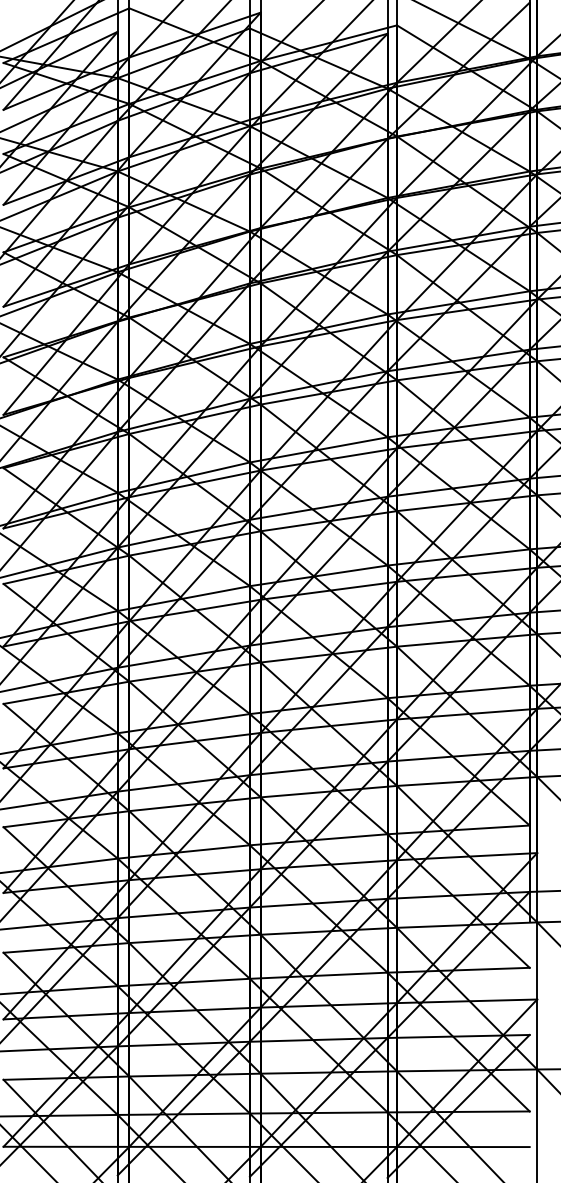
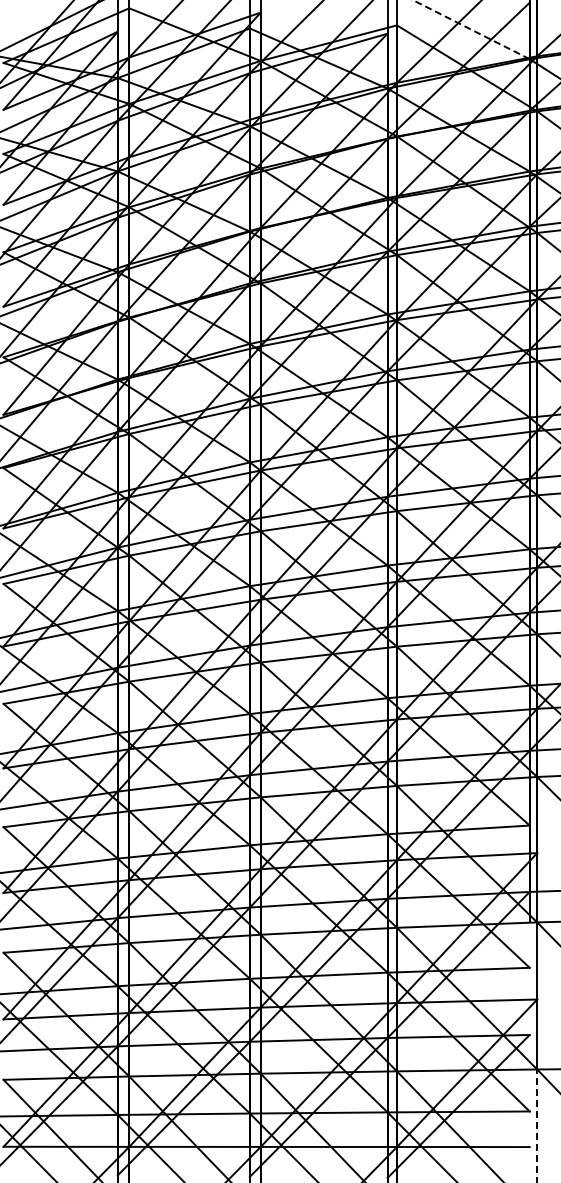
line at (471, 29): solid -> dashed
line at (537, 1125): solid -> dashed
